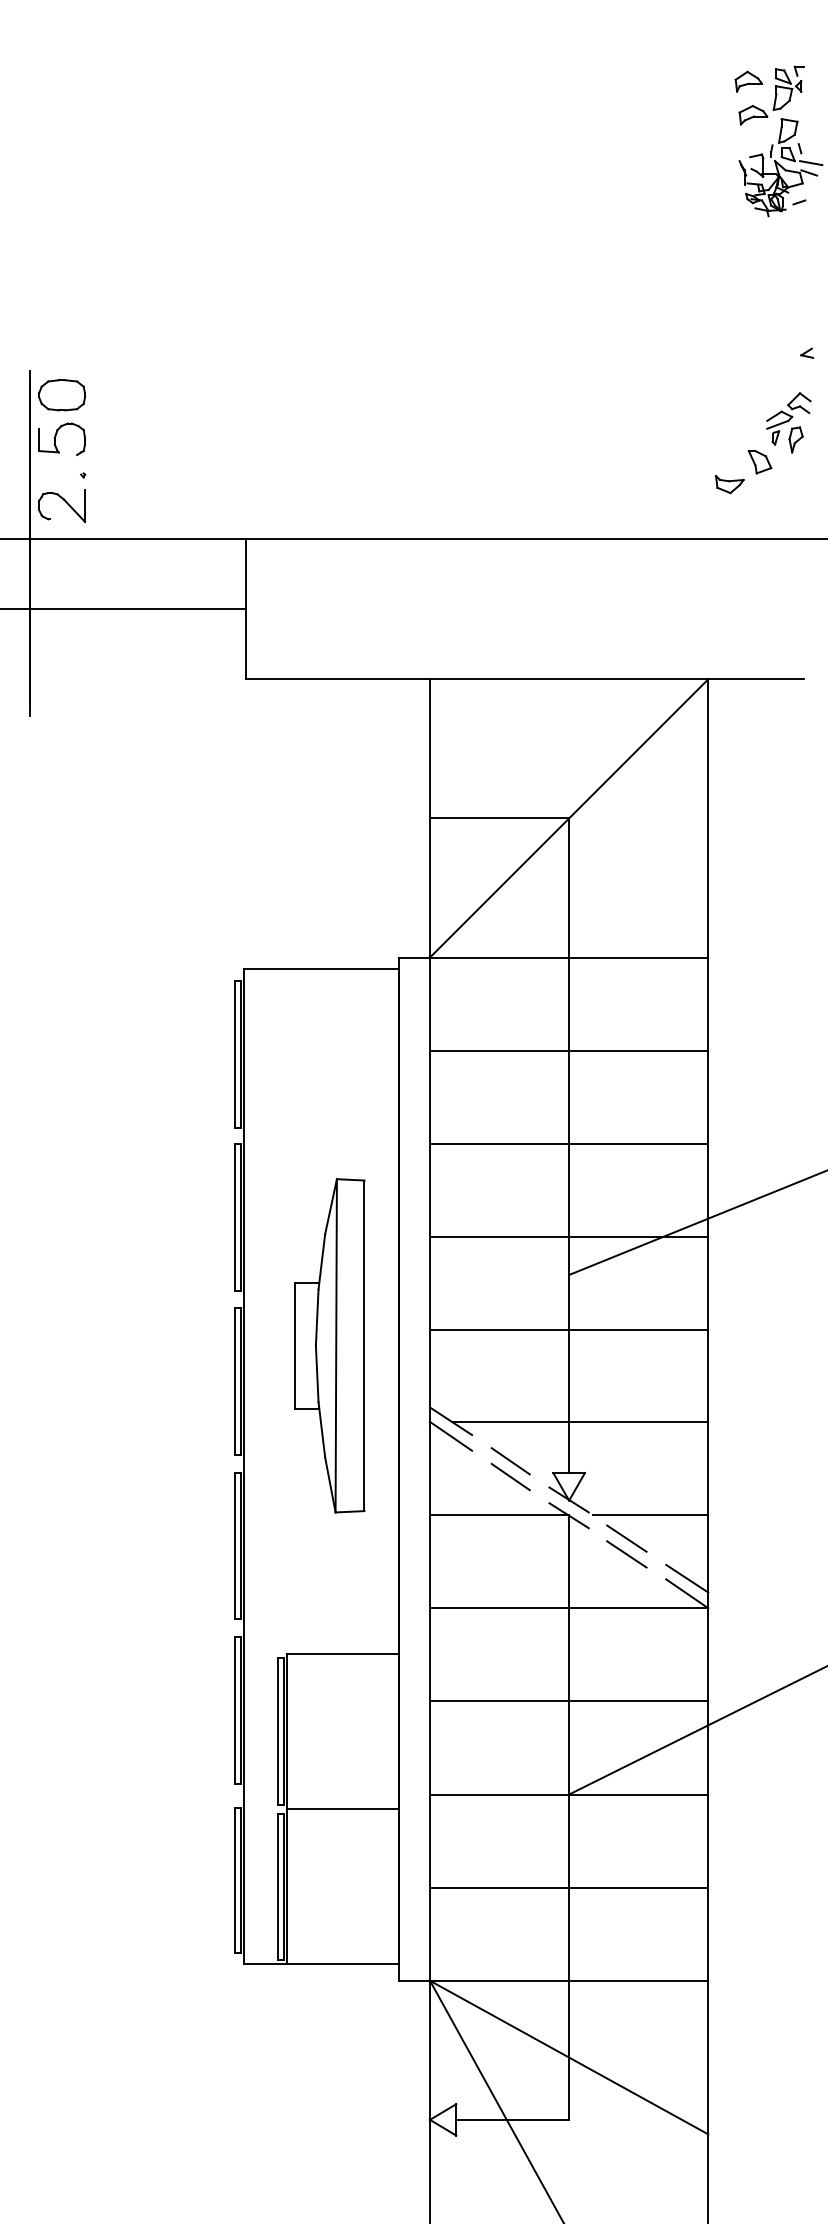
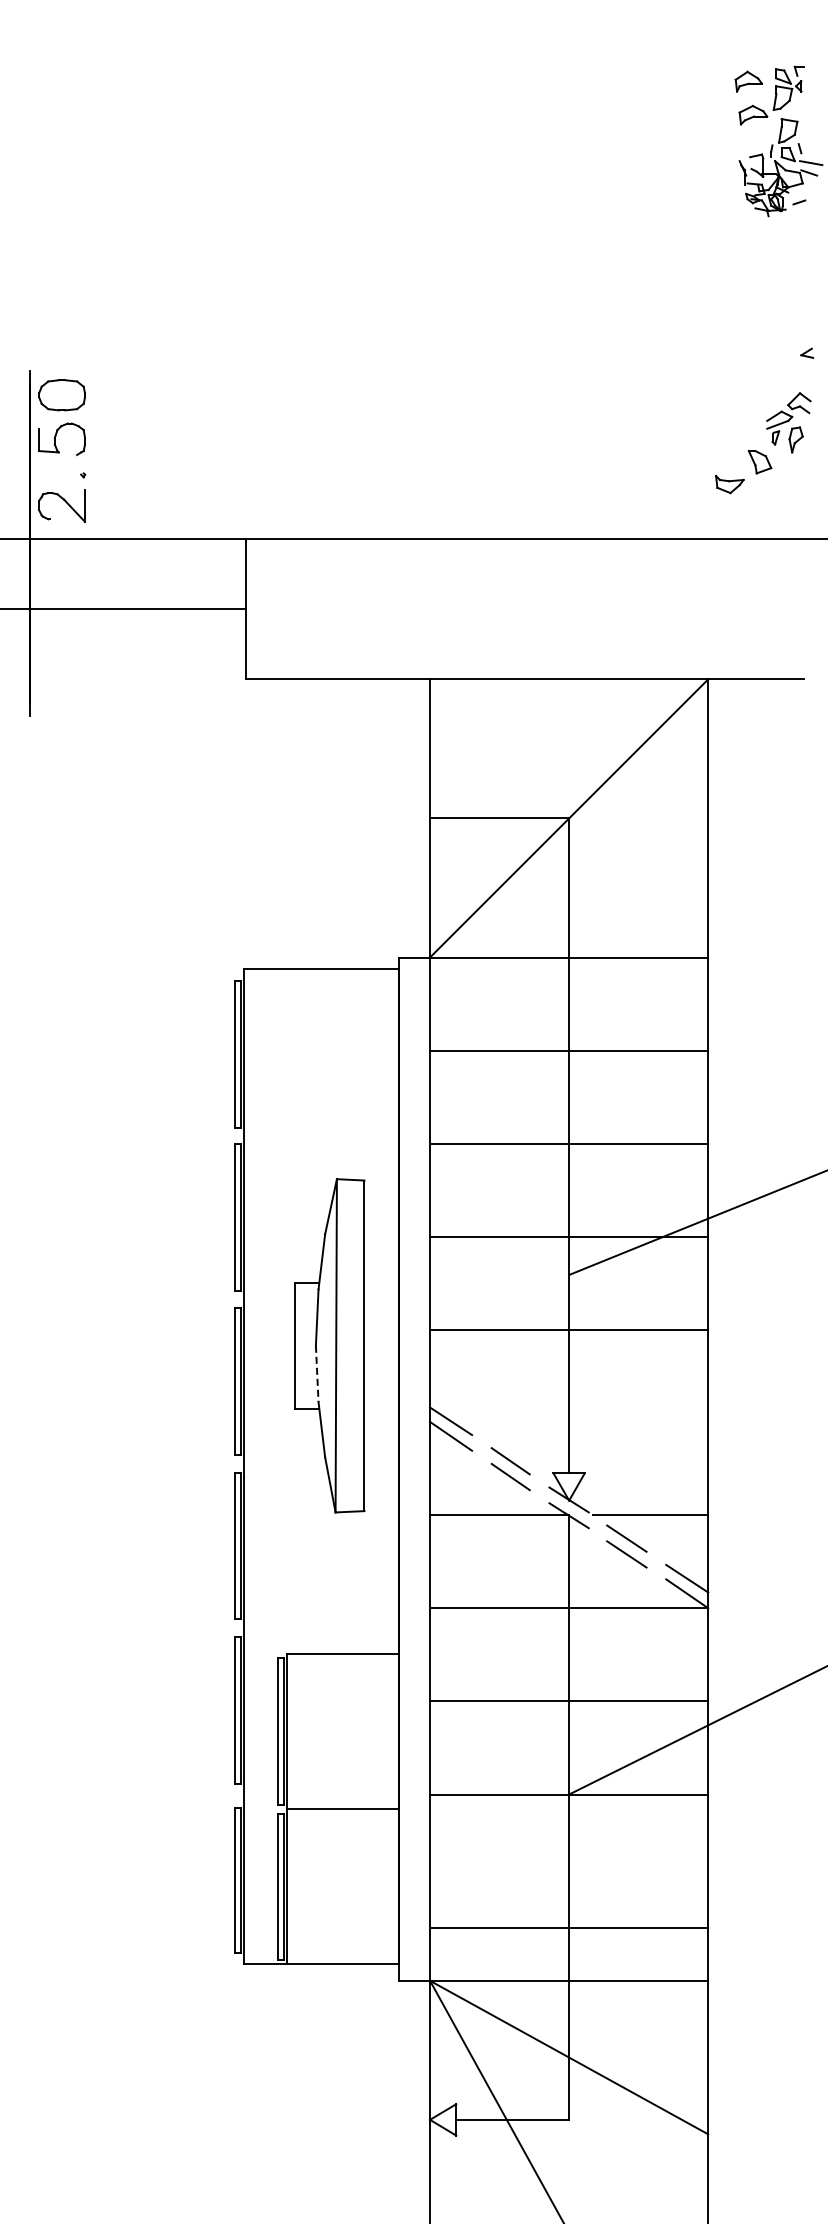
line at (317, 1374): solid -> dashed
line at (580, 1421): present -> none
line at (569, 1887) position: (569, 1887) -> (569, 1927)
